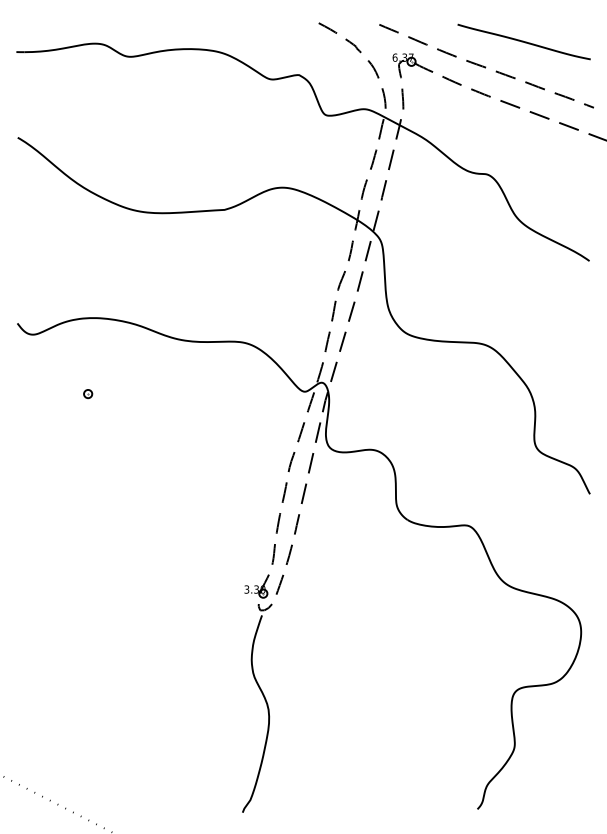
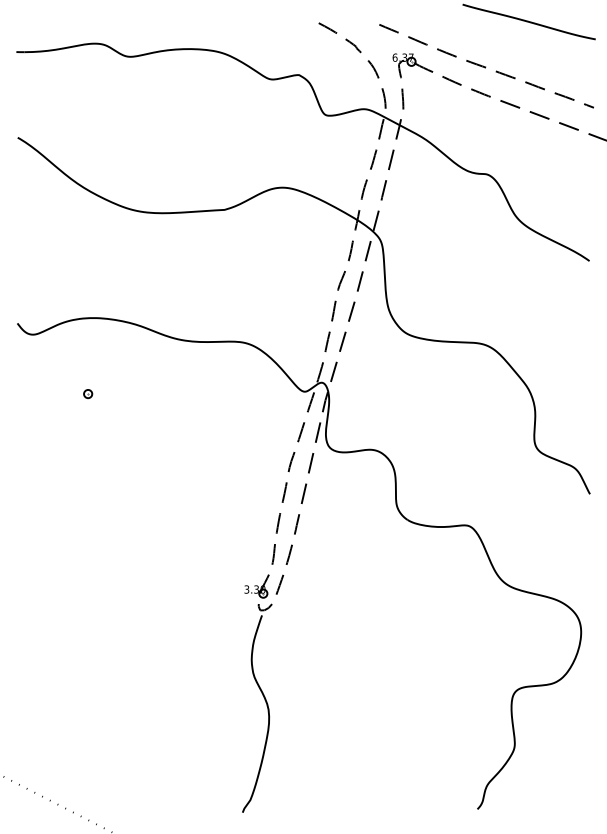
line at (523, 41) position: (523, 41) -> (528, 21)
